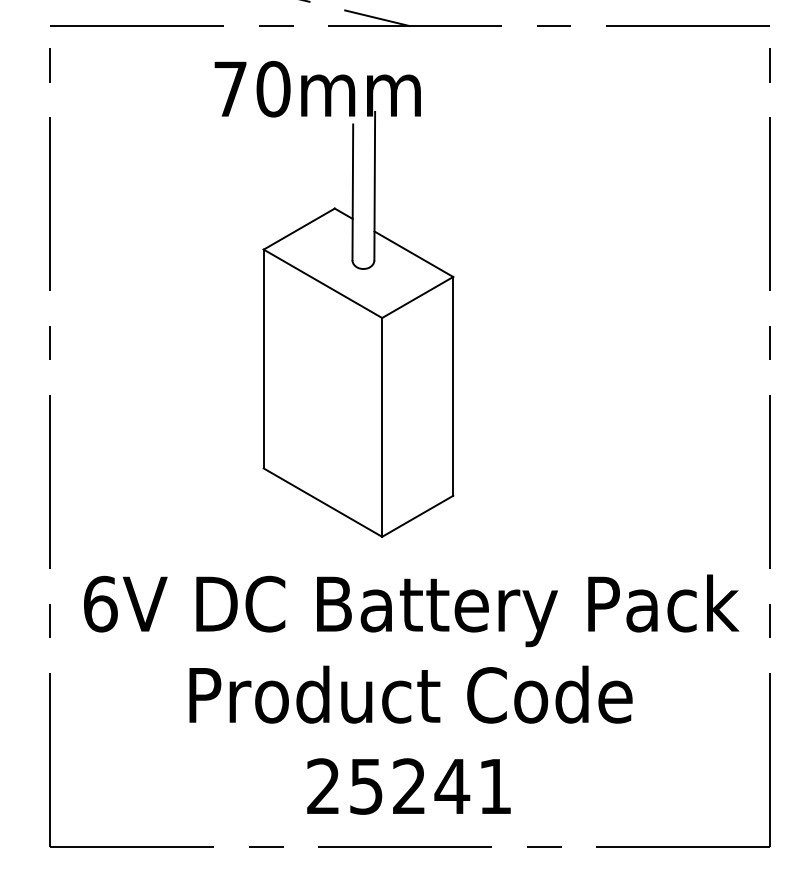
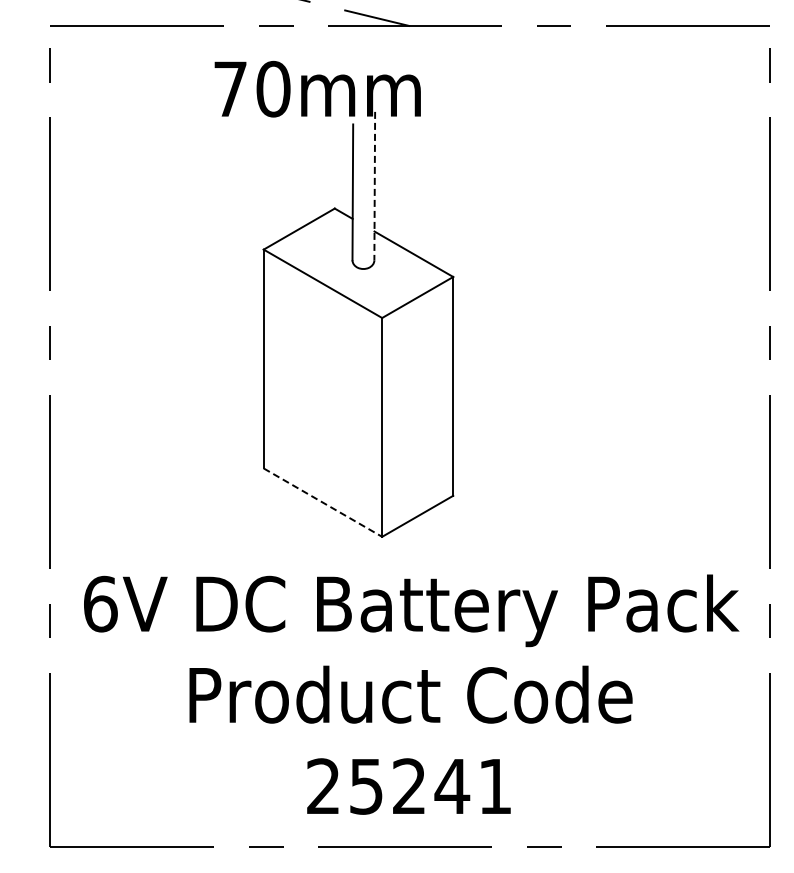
line at (374, 186): solid -> dashed
line at (323, 502): solid -> dashed
